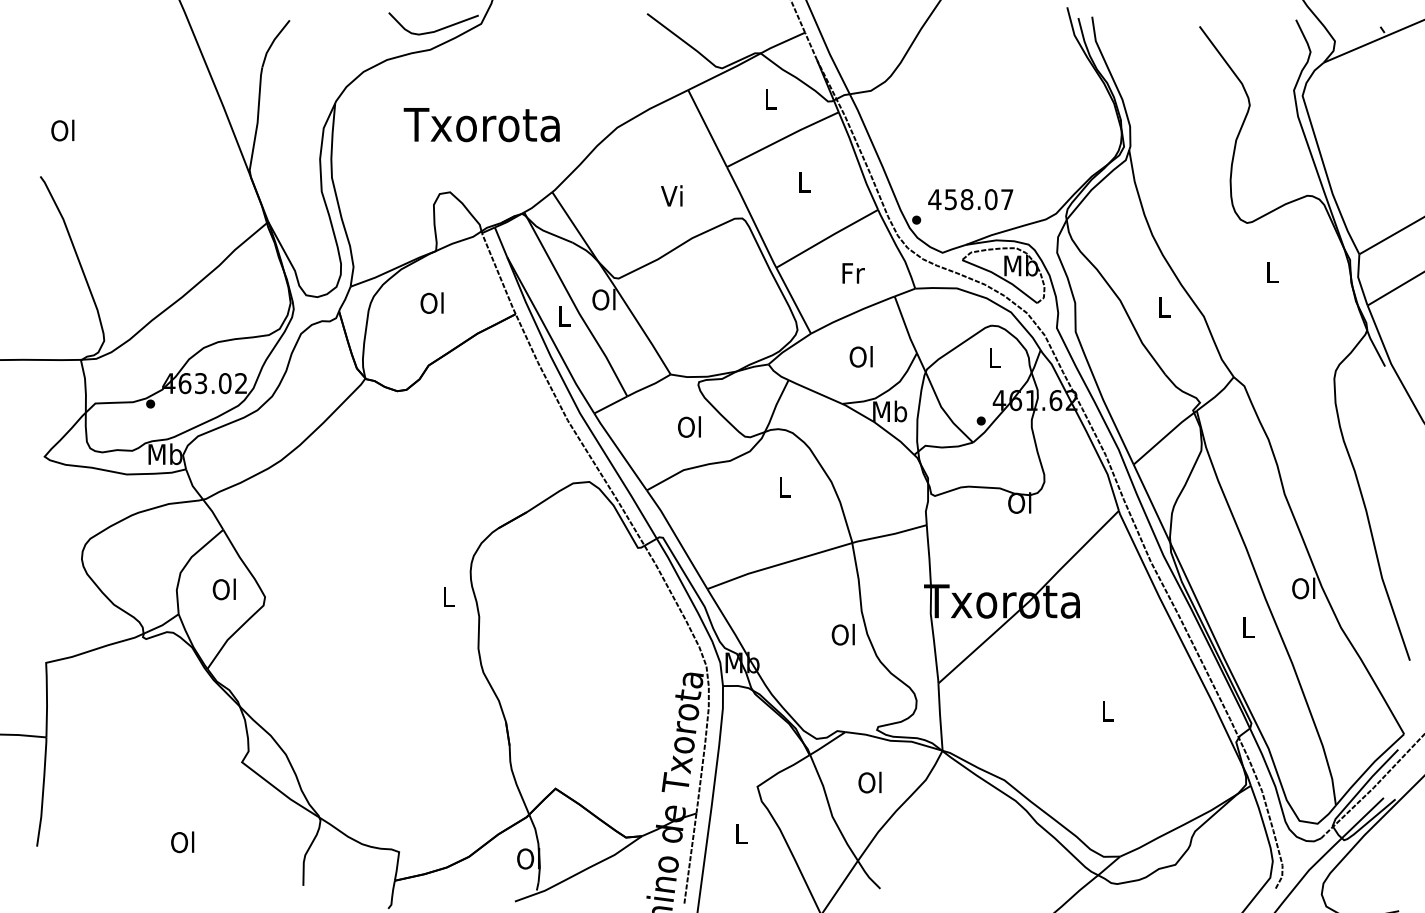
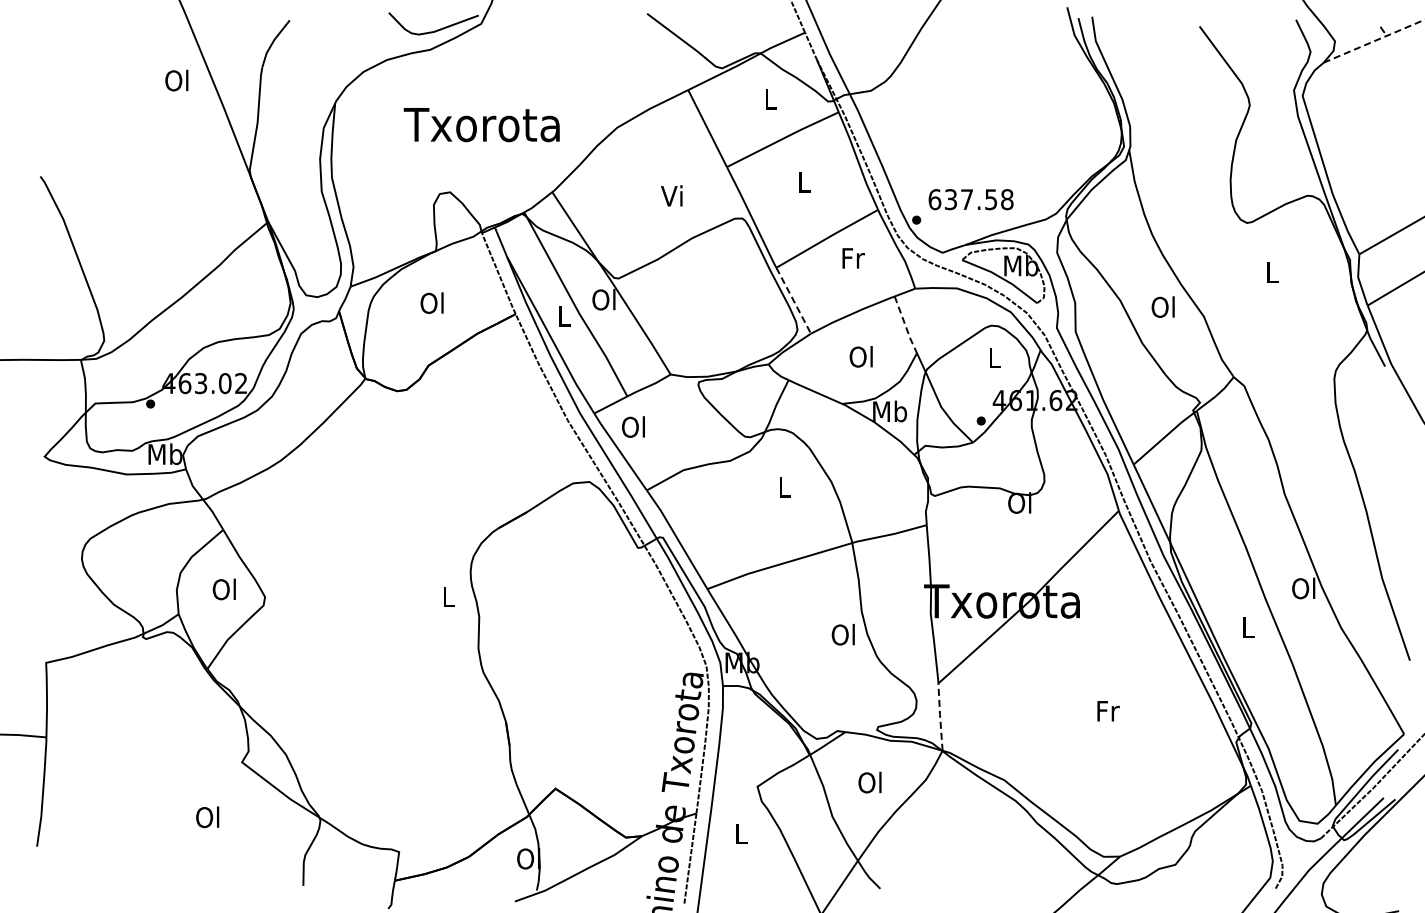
line at (1374, 41): solid -> dashed
text at (62, 130) position: (62, 130) -> (176, 80)
text at (970, 199): 458.07 -> 637.58
text at (853, 273) position: (853, 273) -> (853, 258)
line at (793, 301): solid -> dashed
text at (1162, 306): L -> Ol
line at (905, 326): solid -> dashed
text at (689, 426) position: (689, 426) -> (633, 426)
text at (1108, 711): L -> Fr
line at (940, 716): solid -> dashed
text at (182, 842) position: (182, 842) -> (207, 817)
